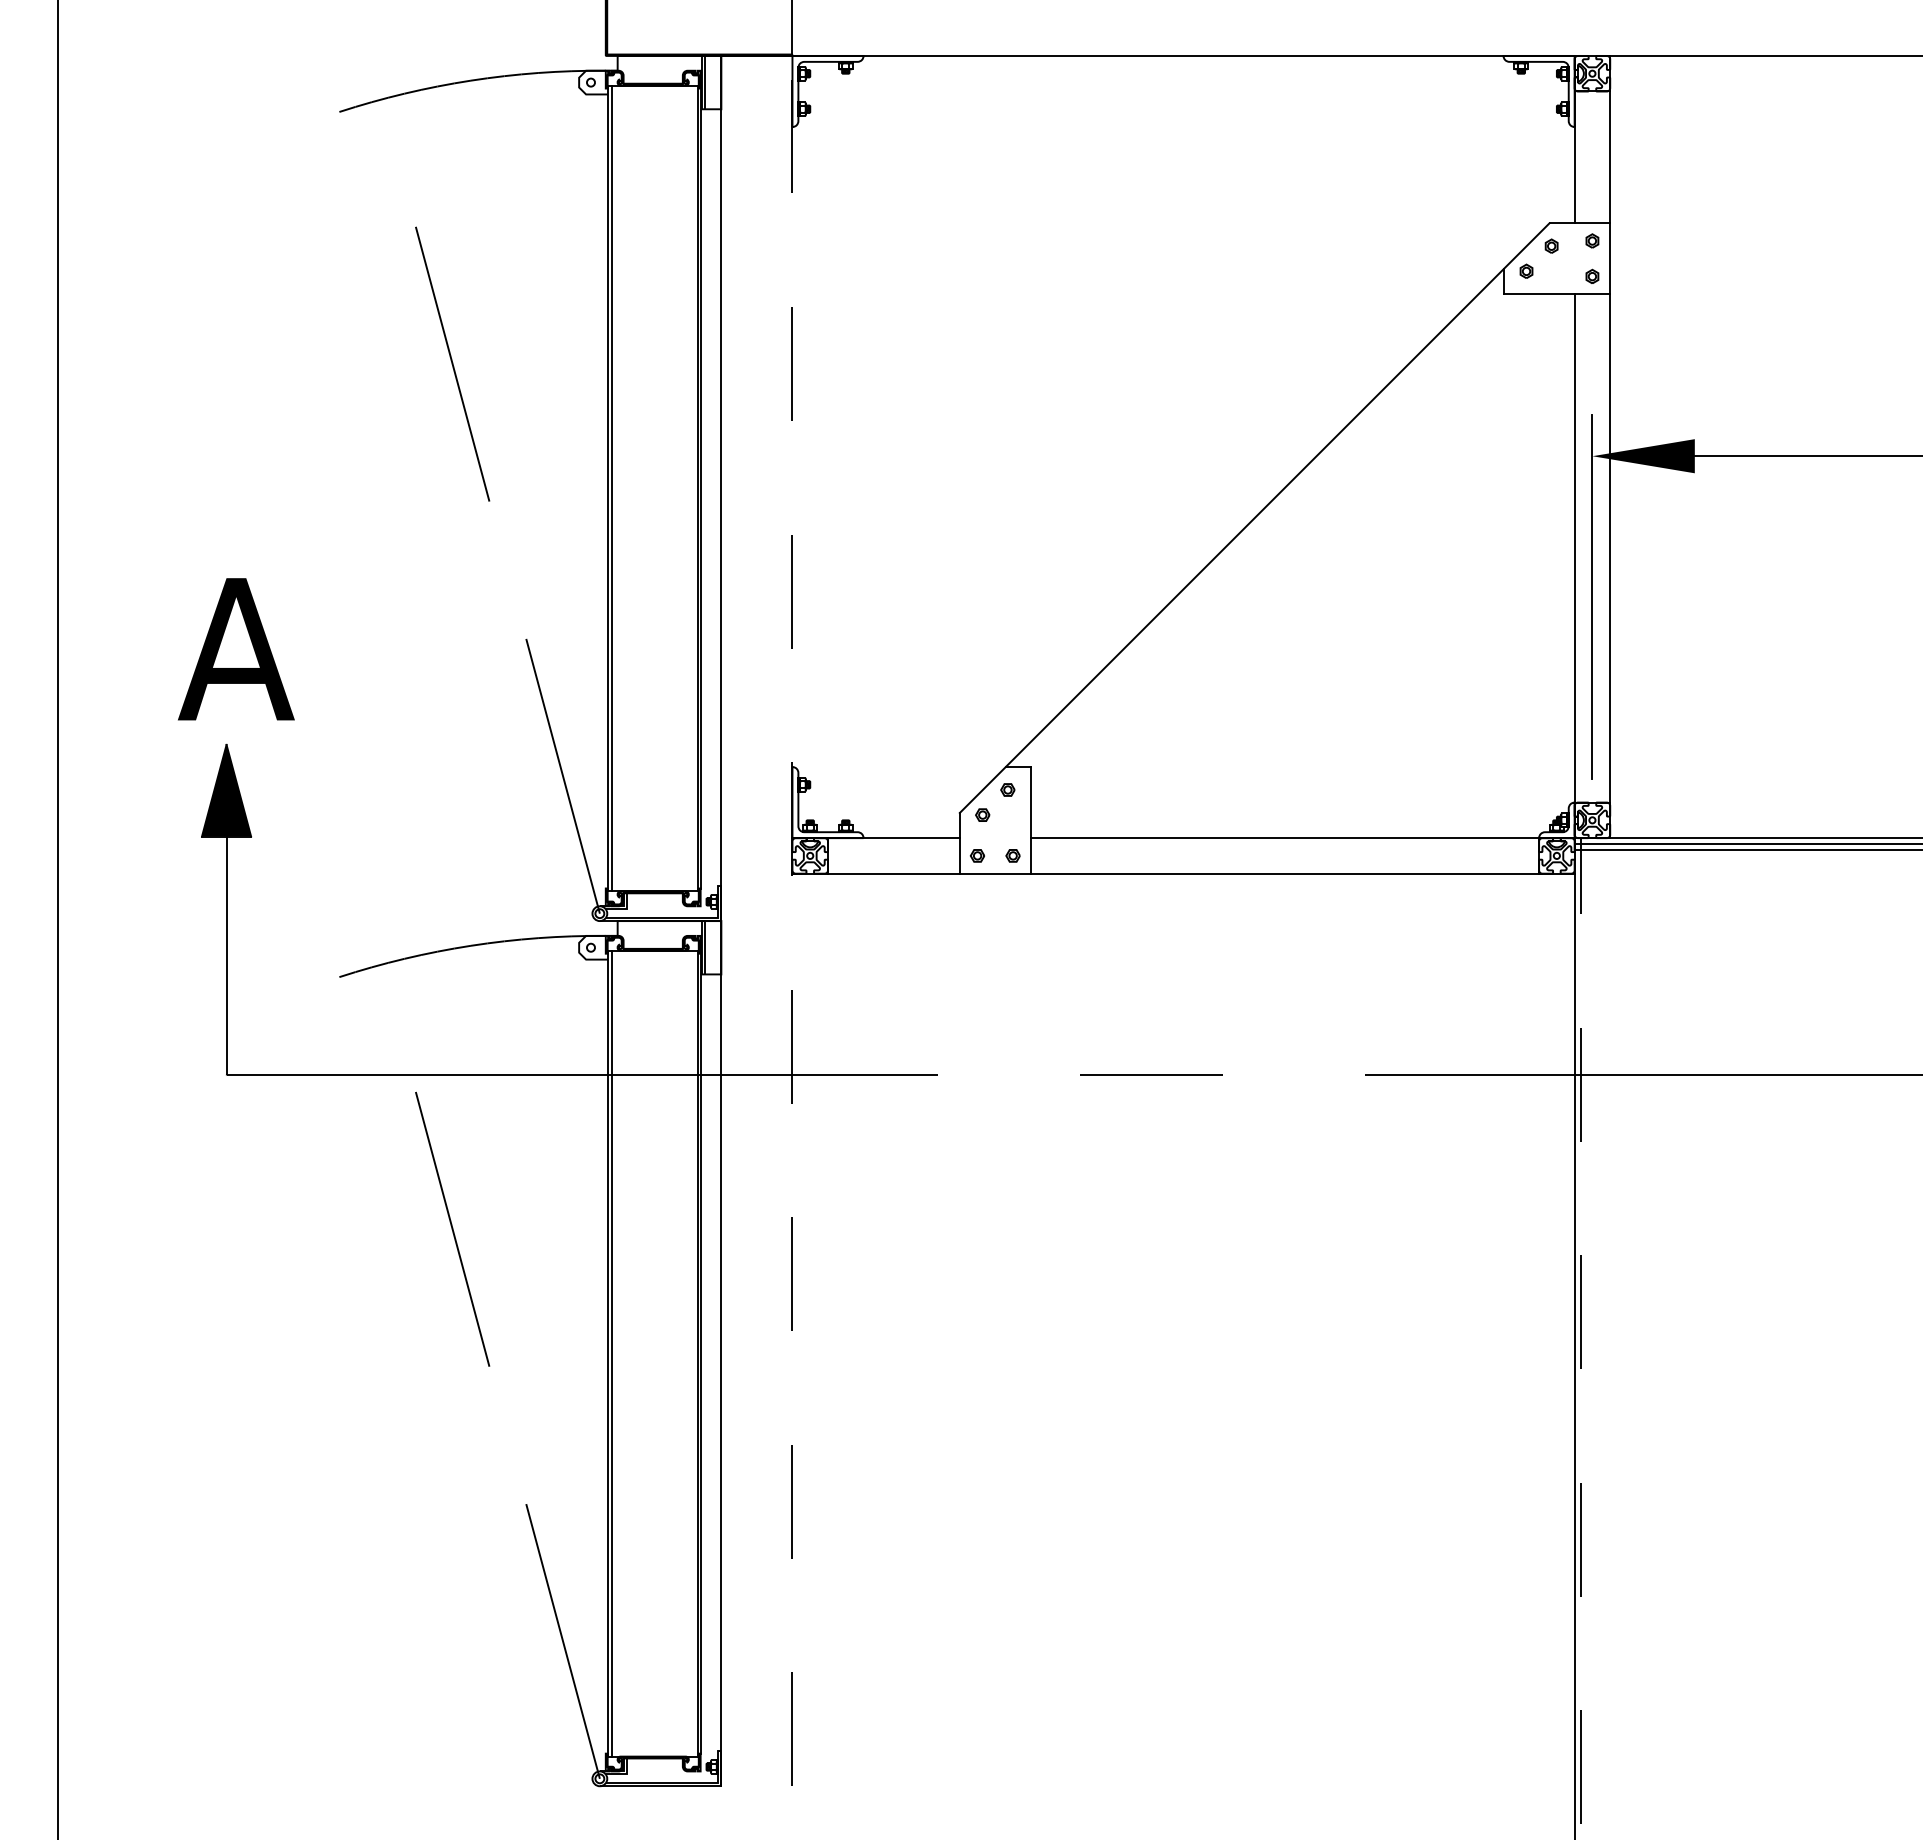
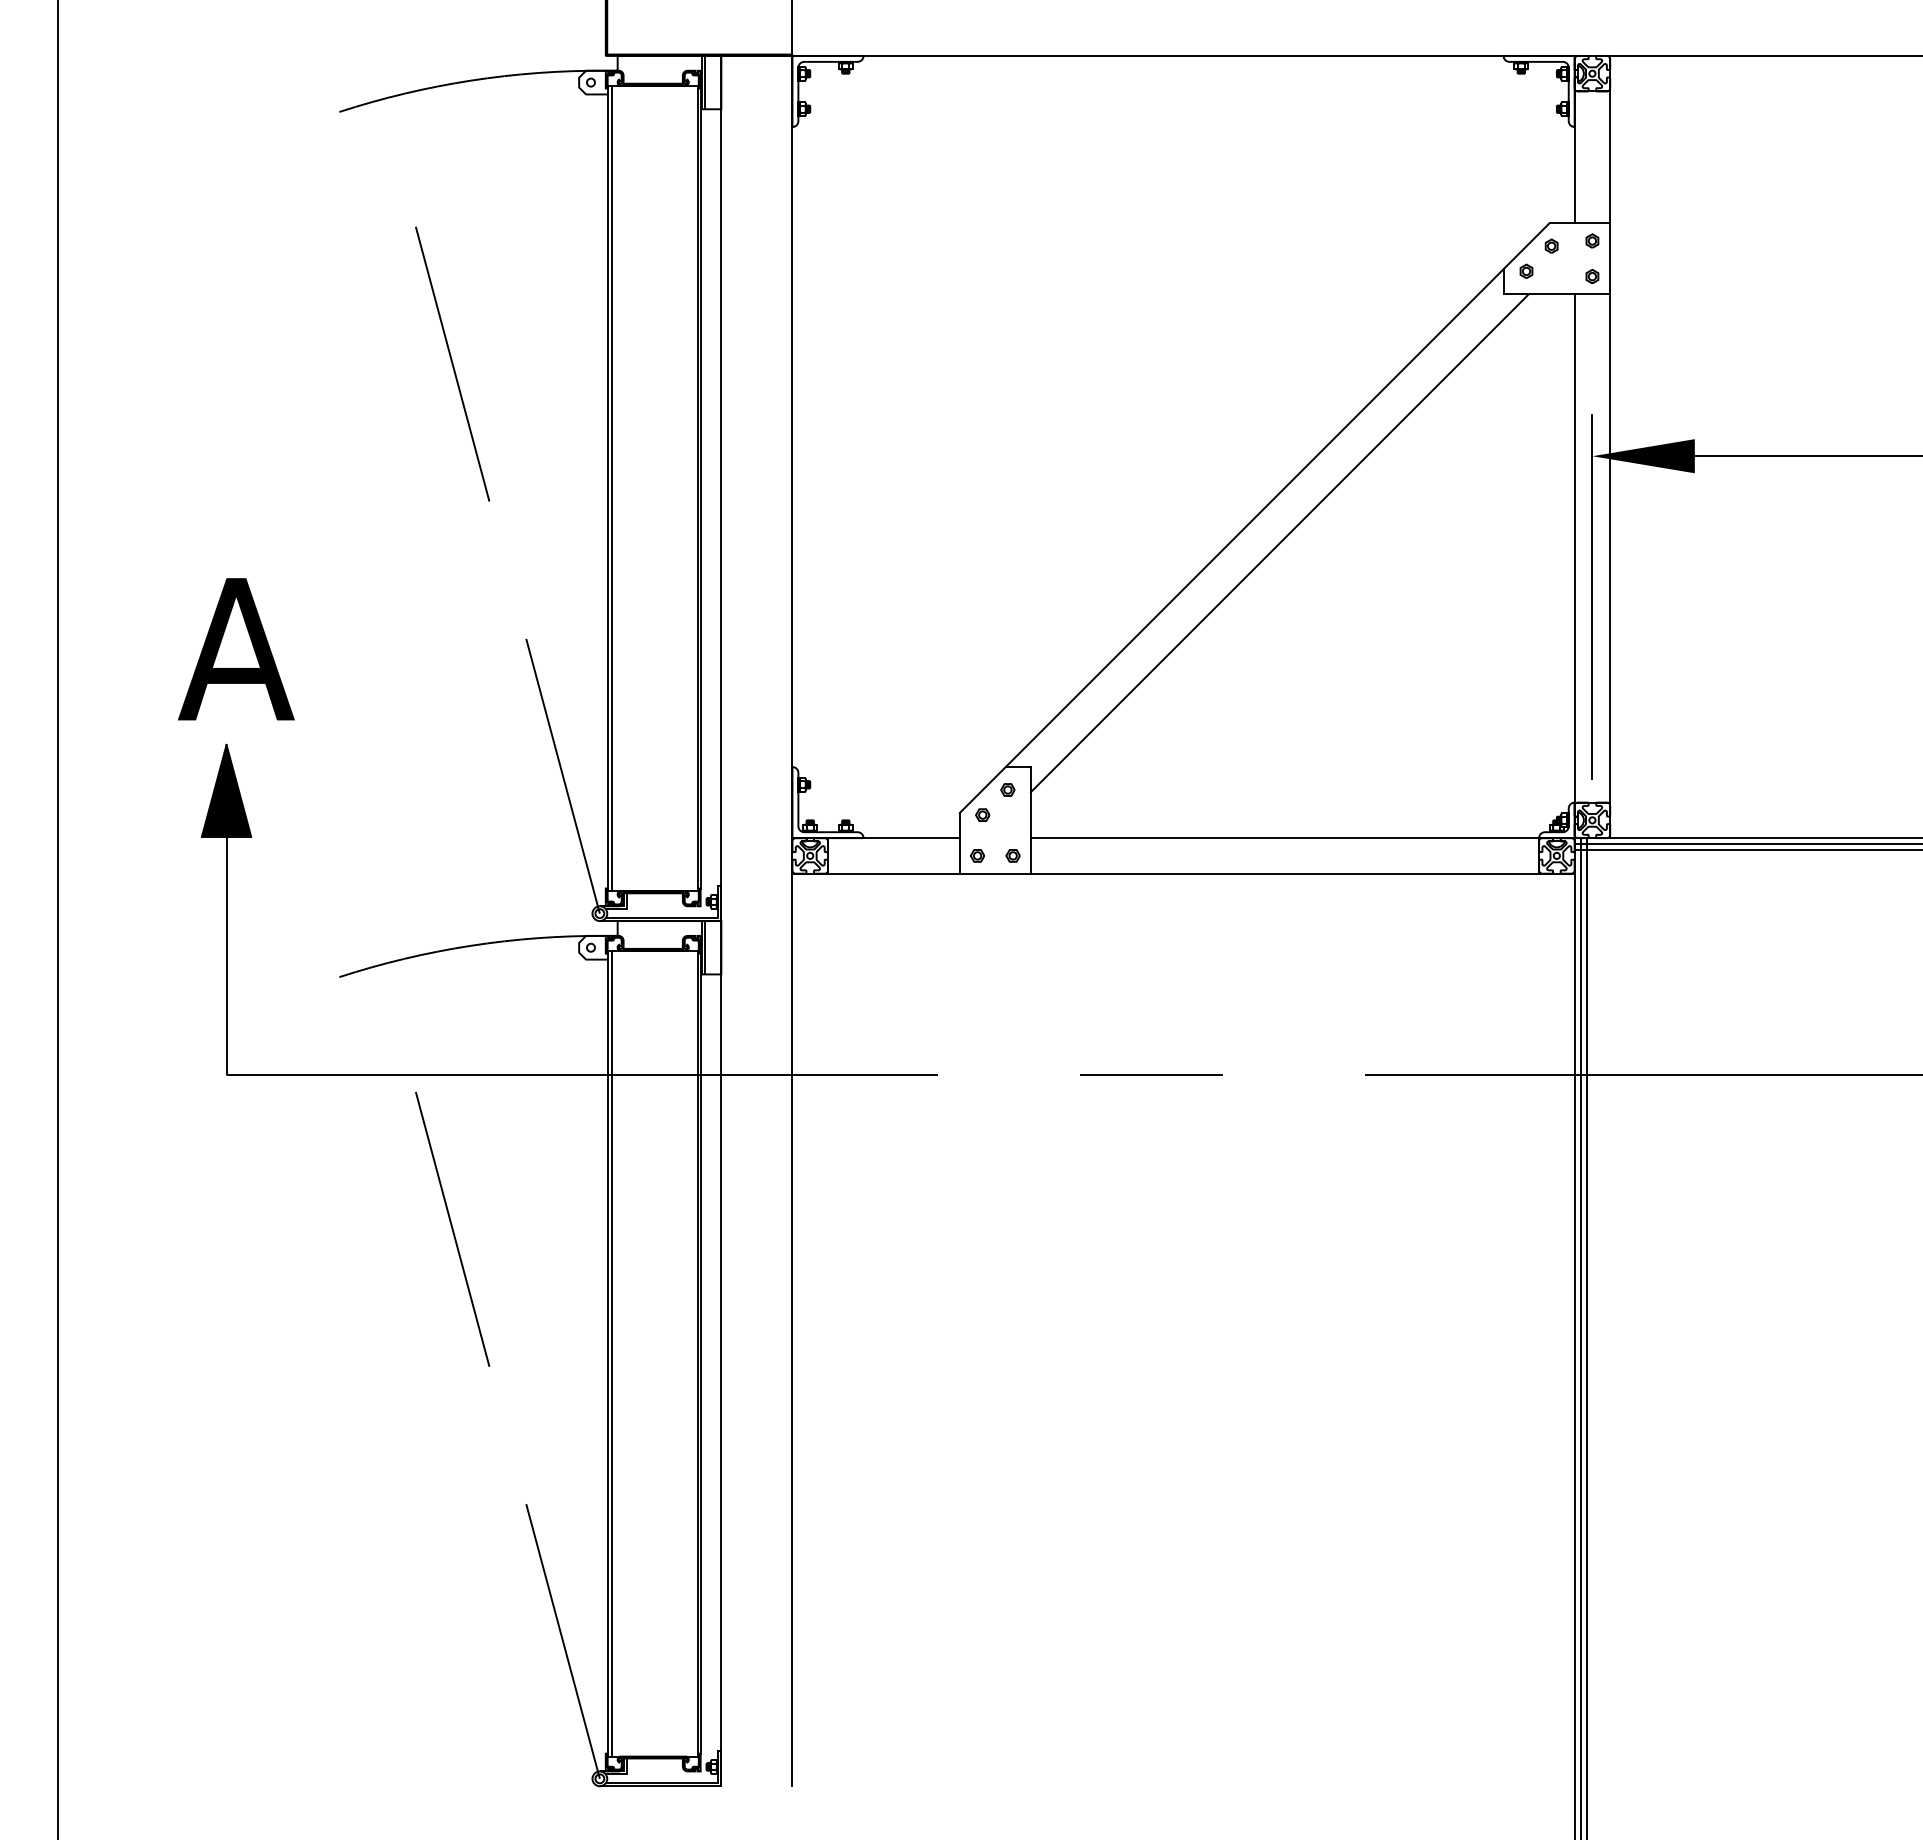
line at (1279, 543): none -> present
line at (792, 920): dashed -> solid
line at (1586, 1337): none -> present
line at (1580, 1338): dashed -> solid
